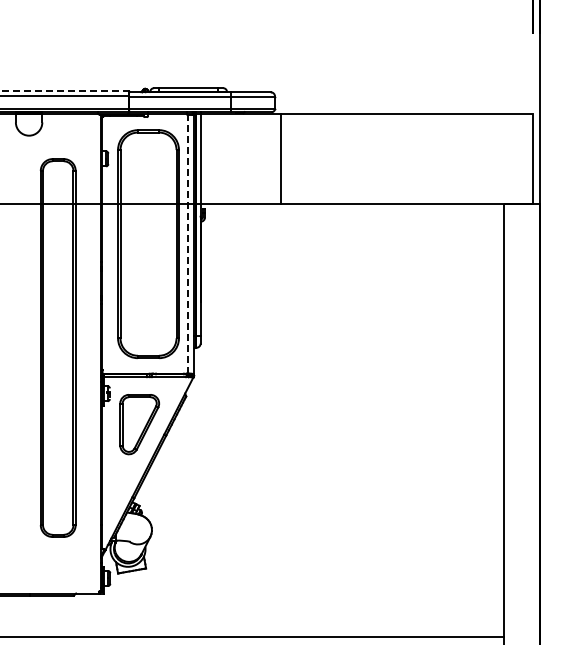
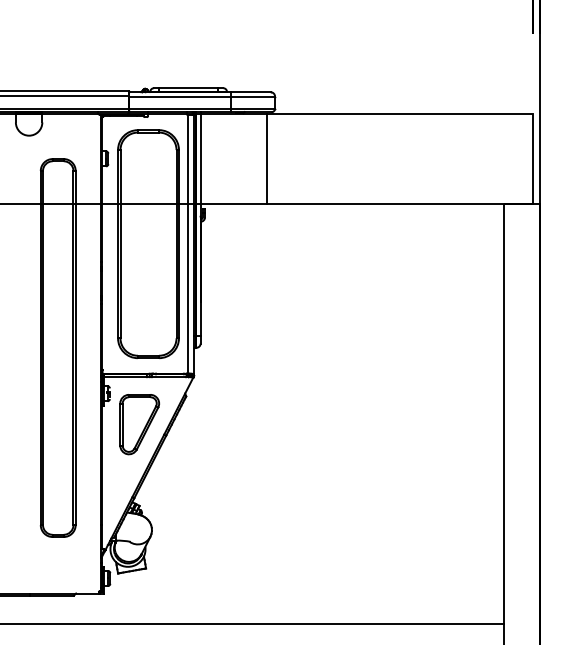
line at (64, 91): dashed -> solid
line at (281, 159) position: (281, 159) -> (267, 159)
line at (187, 243): dashed -> solid
line at (252, 636) position: (252, 636) -> (252, 623)
